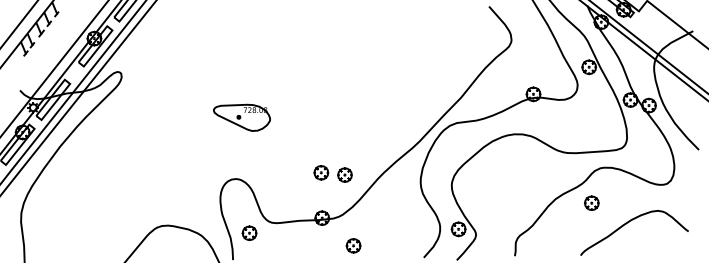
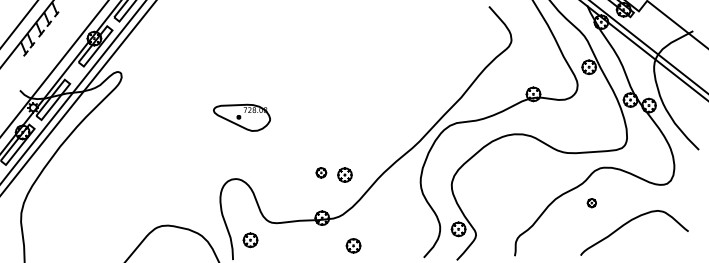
part at (321, 172) size: 17x16 px -> 13x12 px
part at (591, 202) size: 16x16 px -> 11x11 px
part at (249, 233) position: (249, 233) -> (250, 240)
